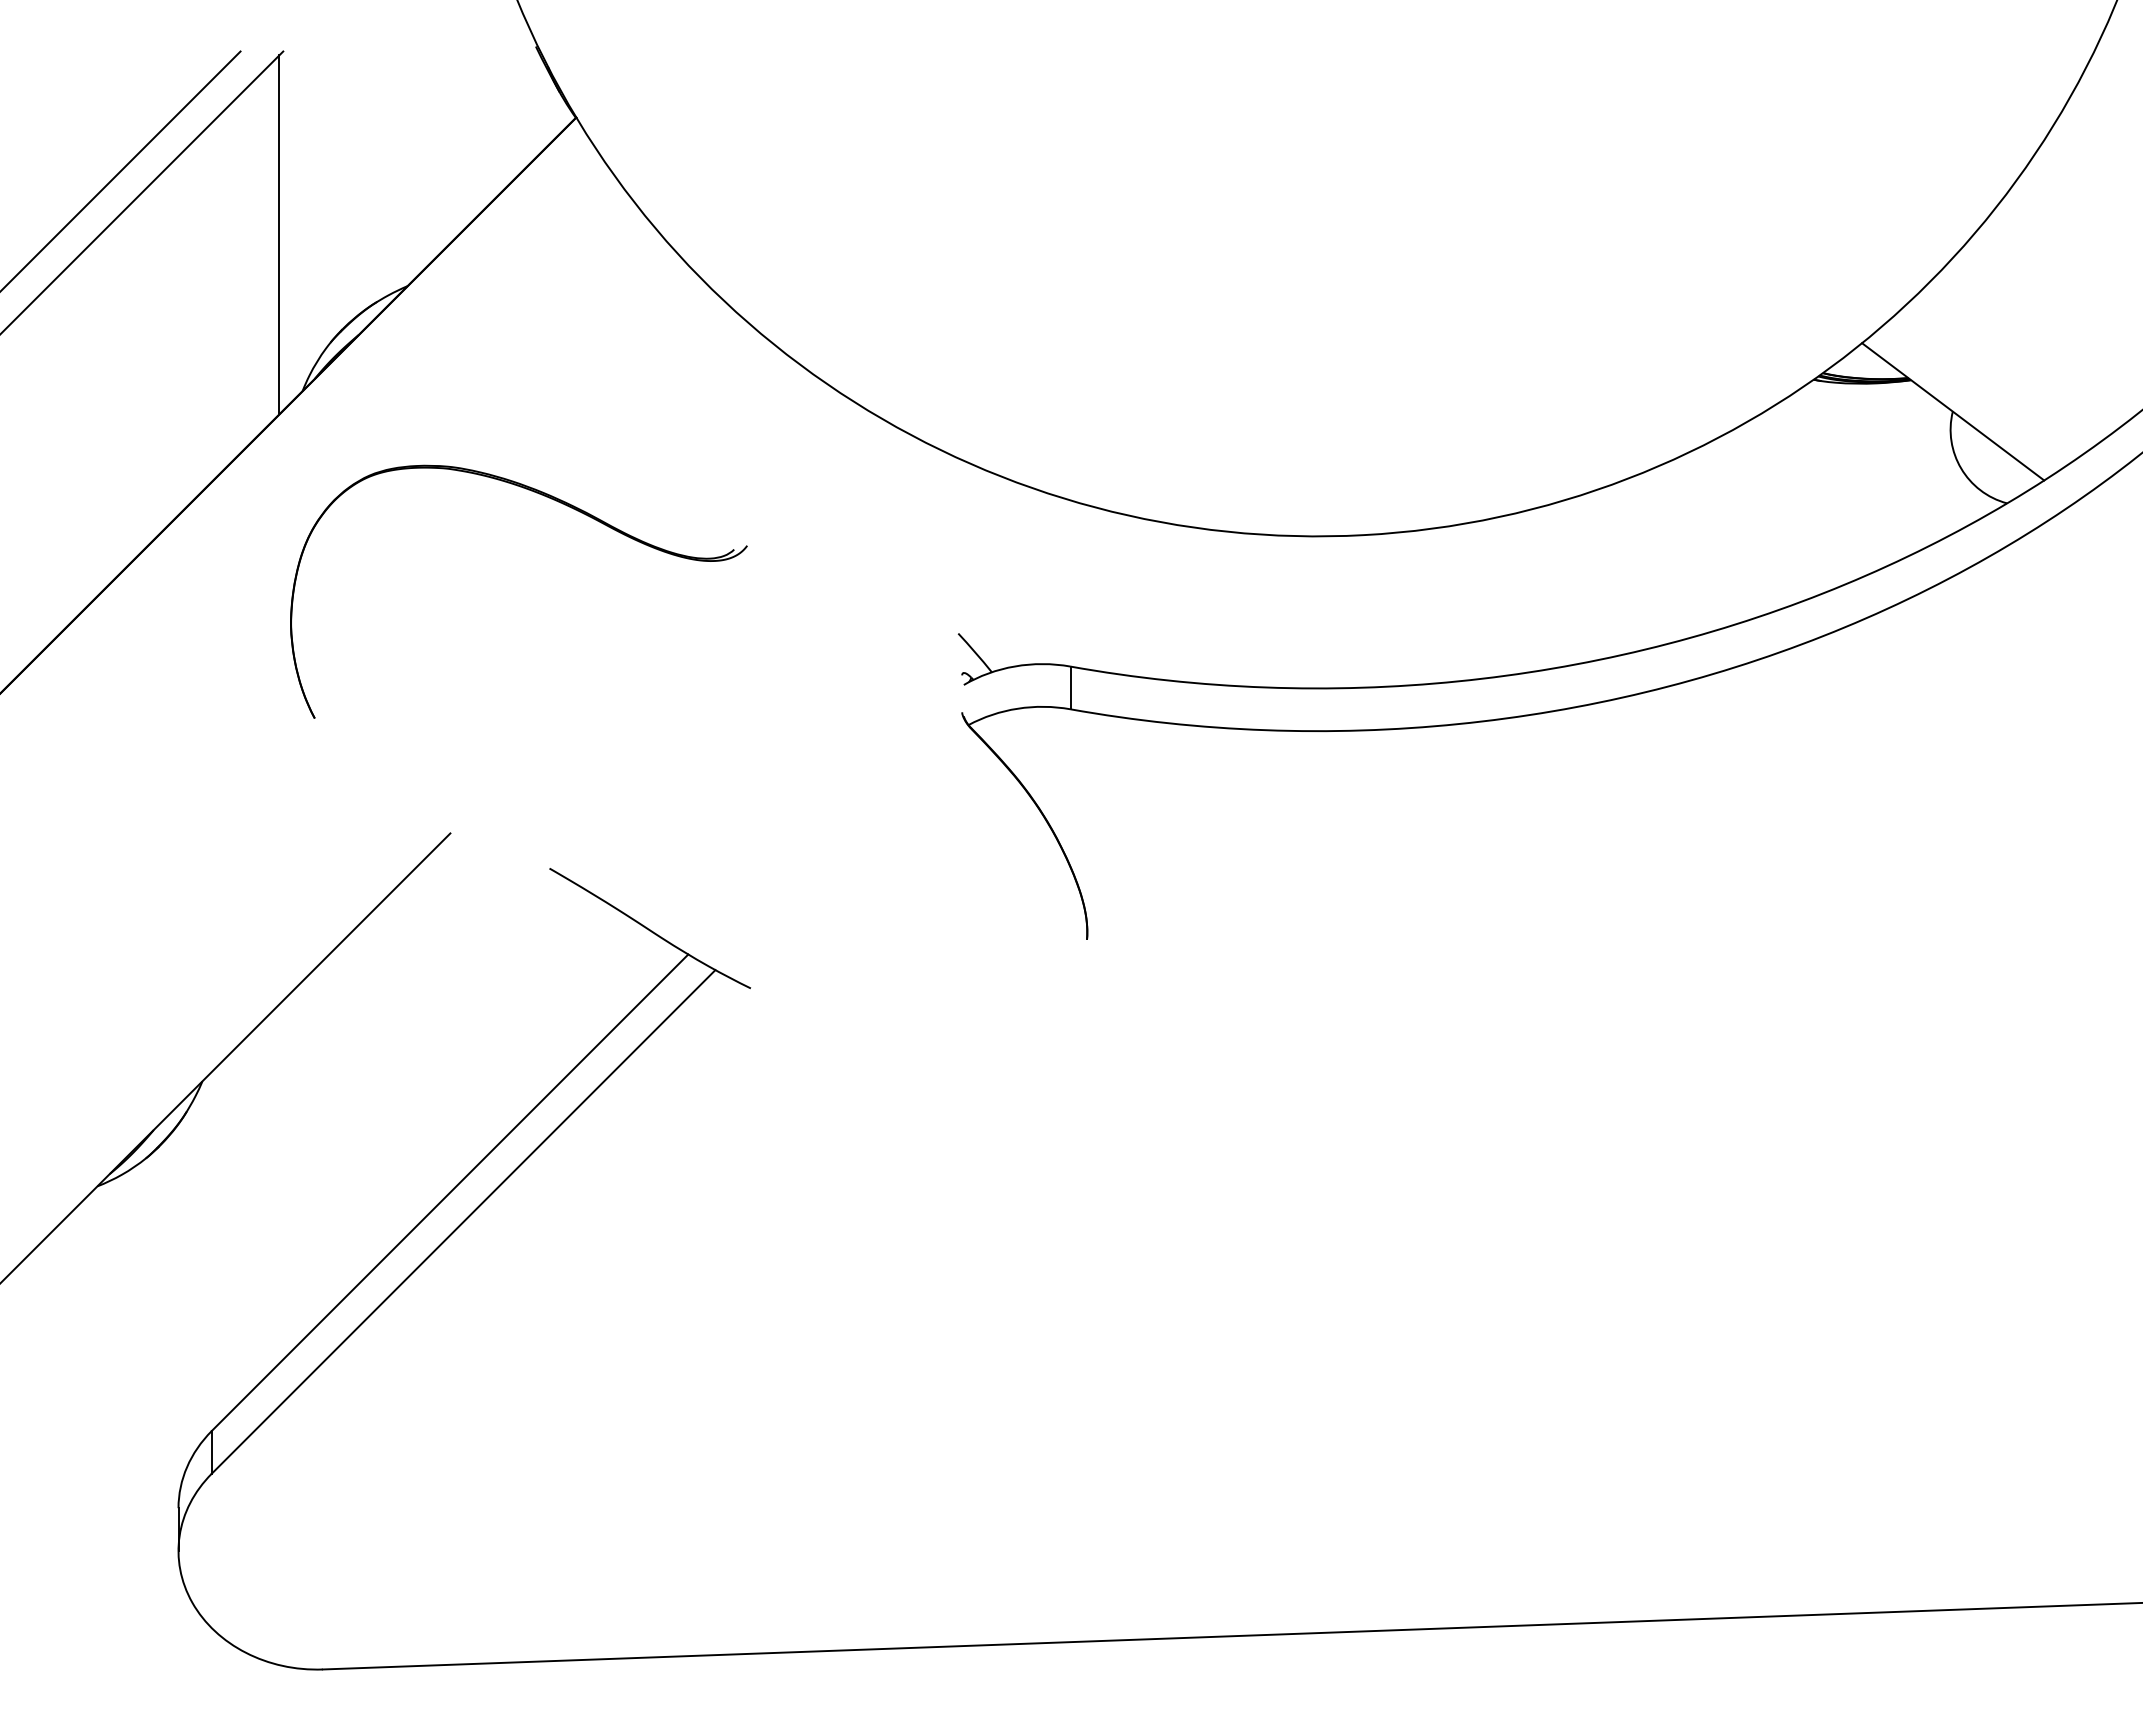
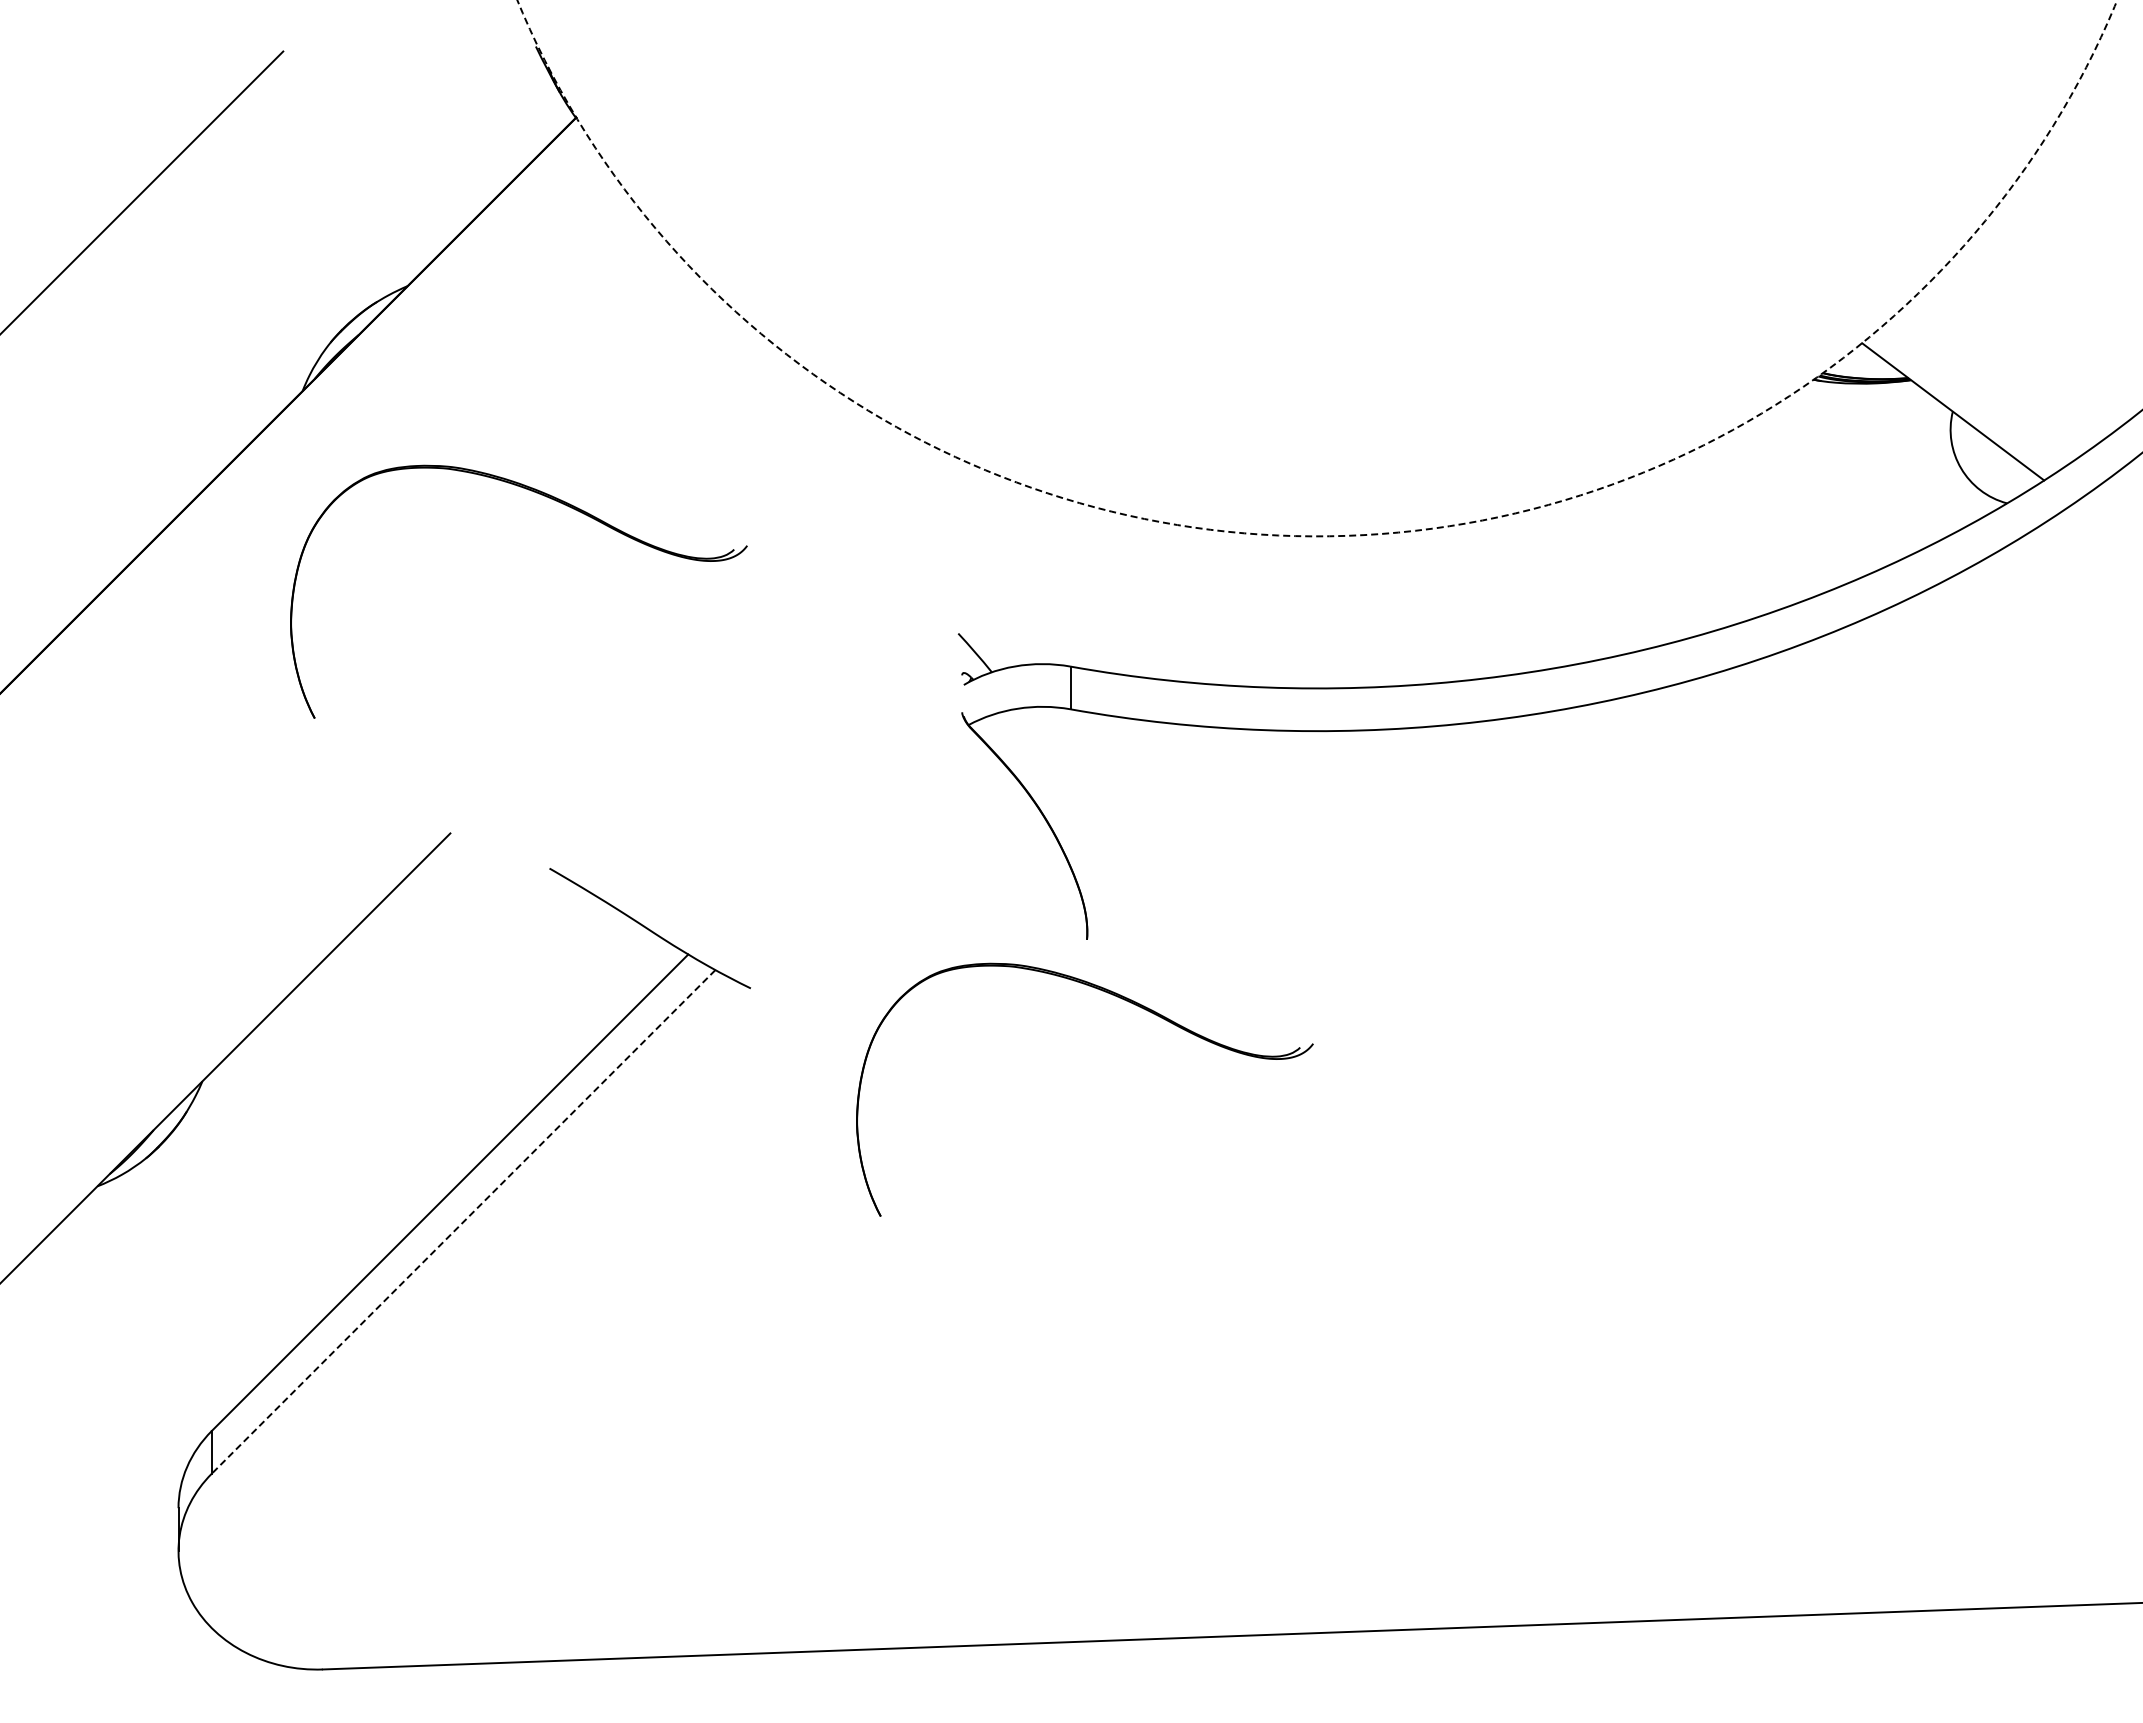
line at (121, 170): present -> none
line at (279, 234): present -> none
arc at (1317, 536): solid -> dashed
part at (1128, 1002): none -> present
line at (463, 1222): solid -> dashed
